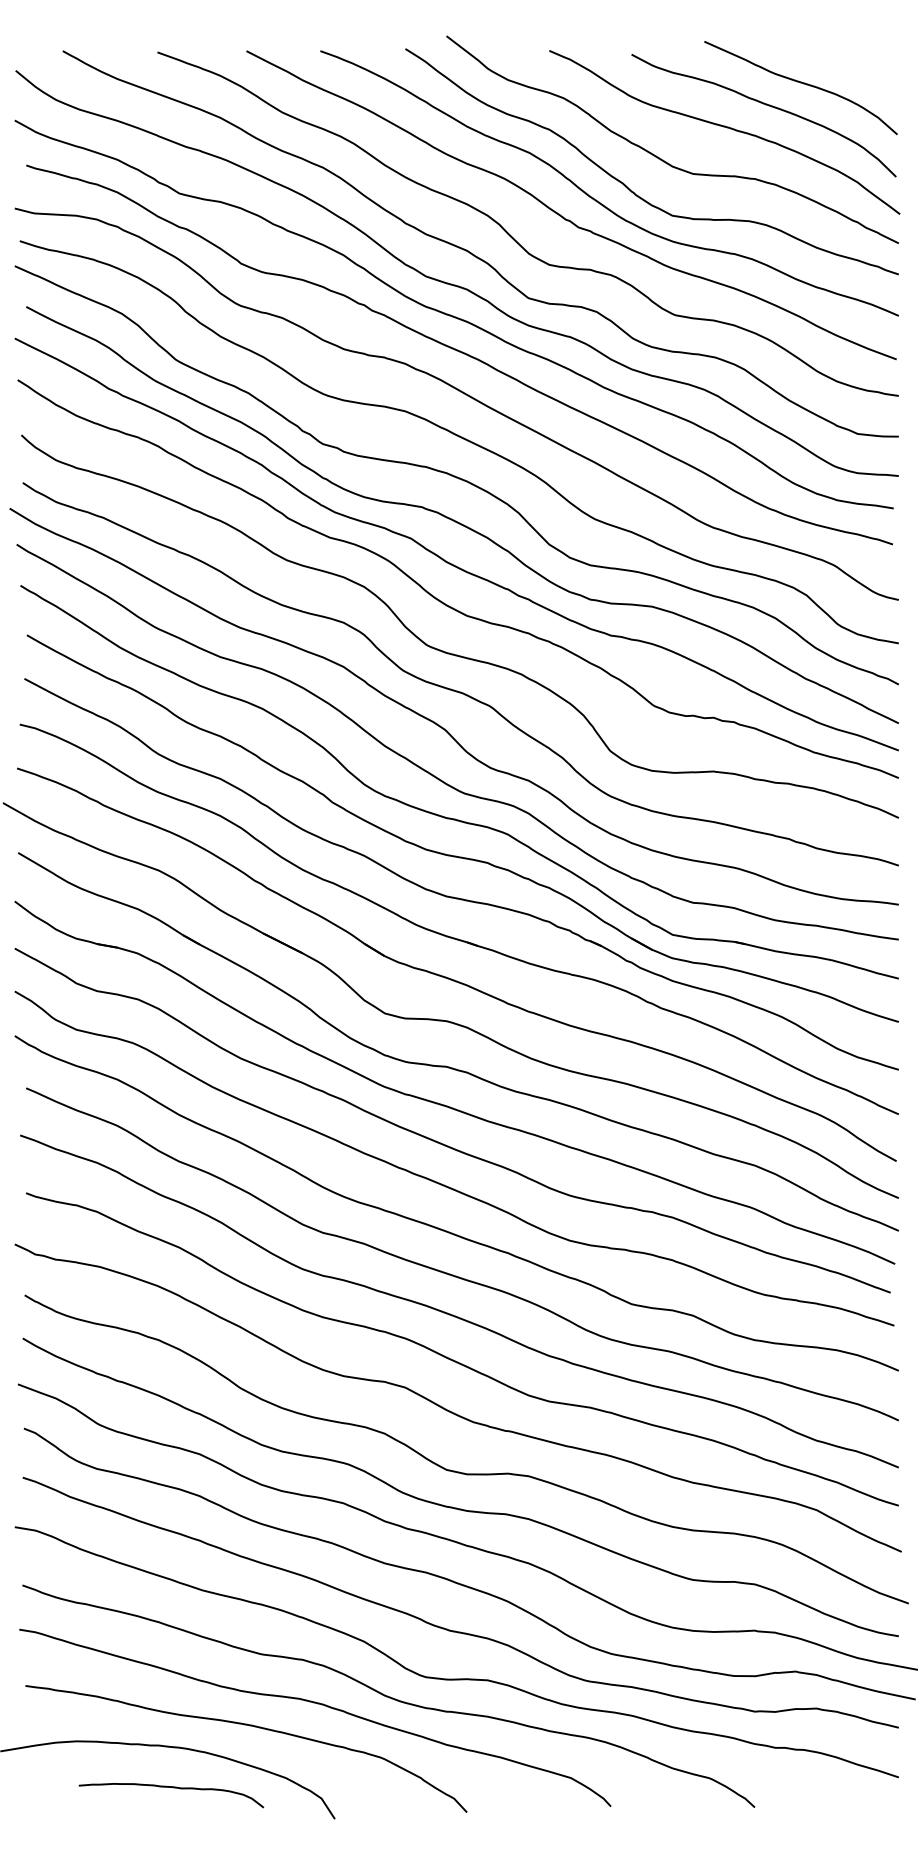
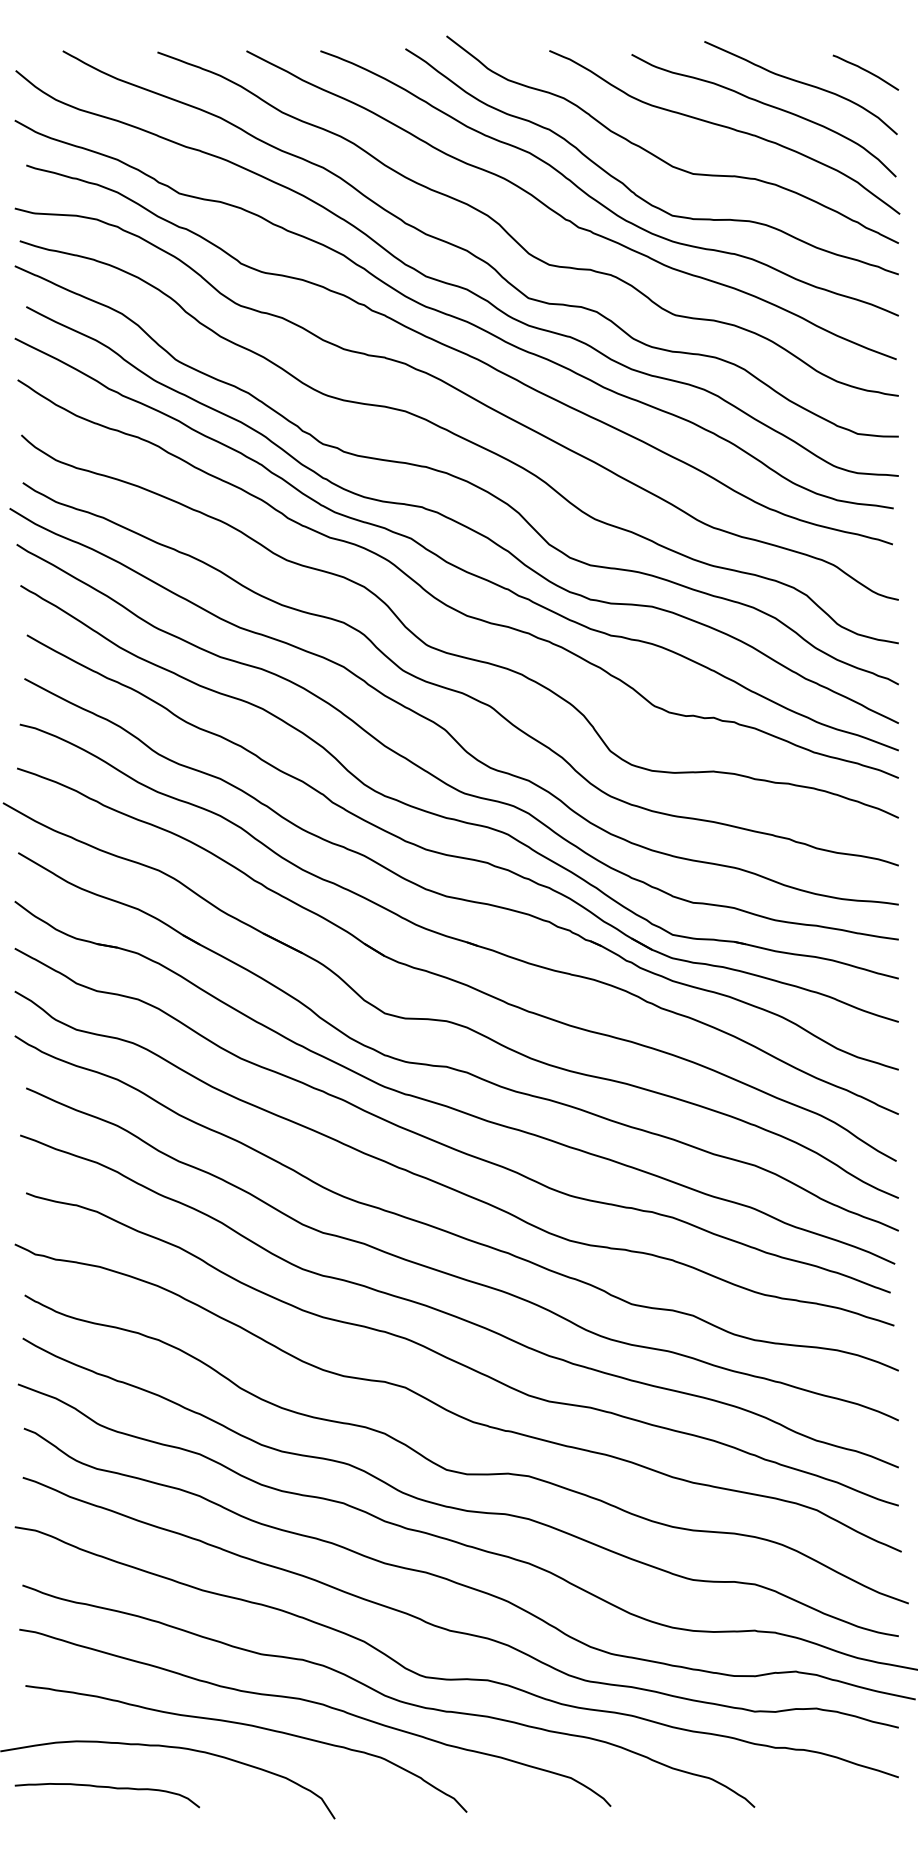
curve at (865, 71): none -> present
curve at (173, 1788) position: (173, 1788) -> (109, 1788)
